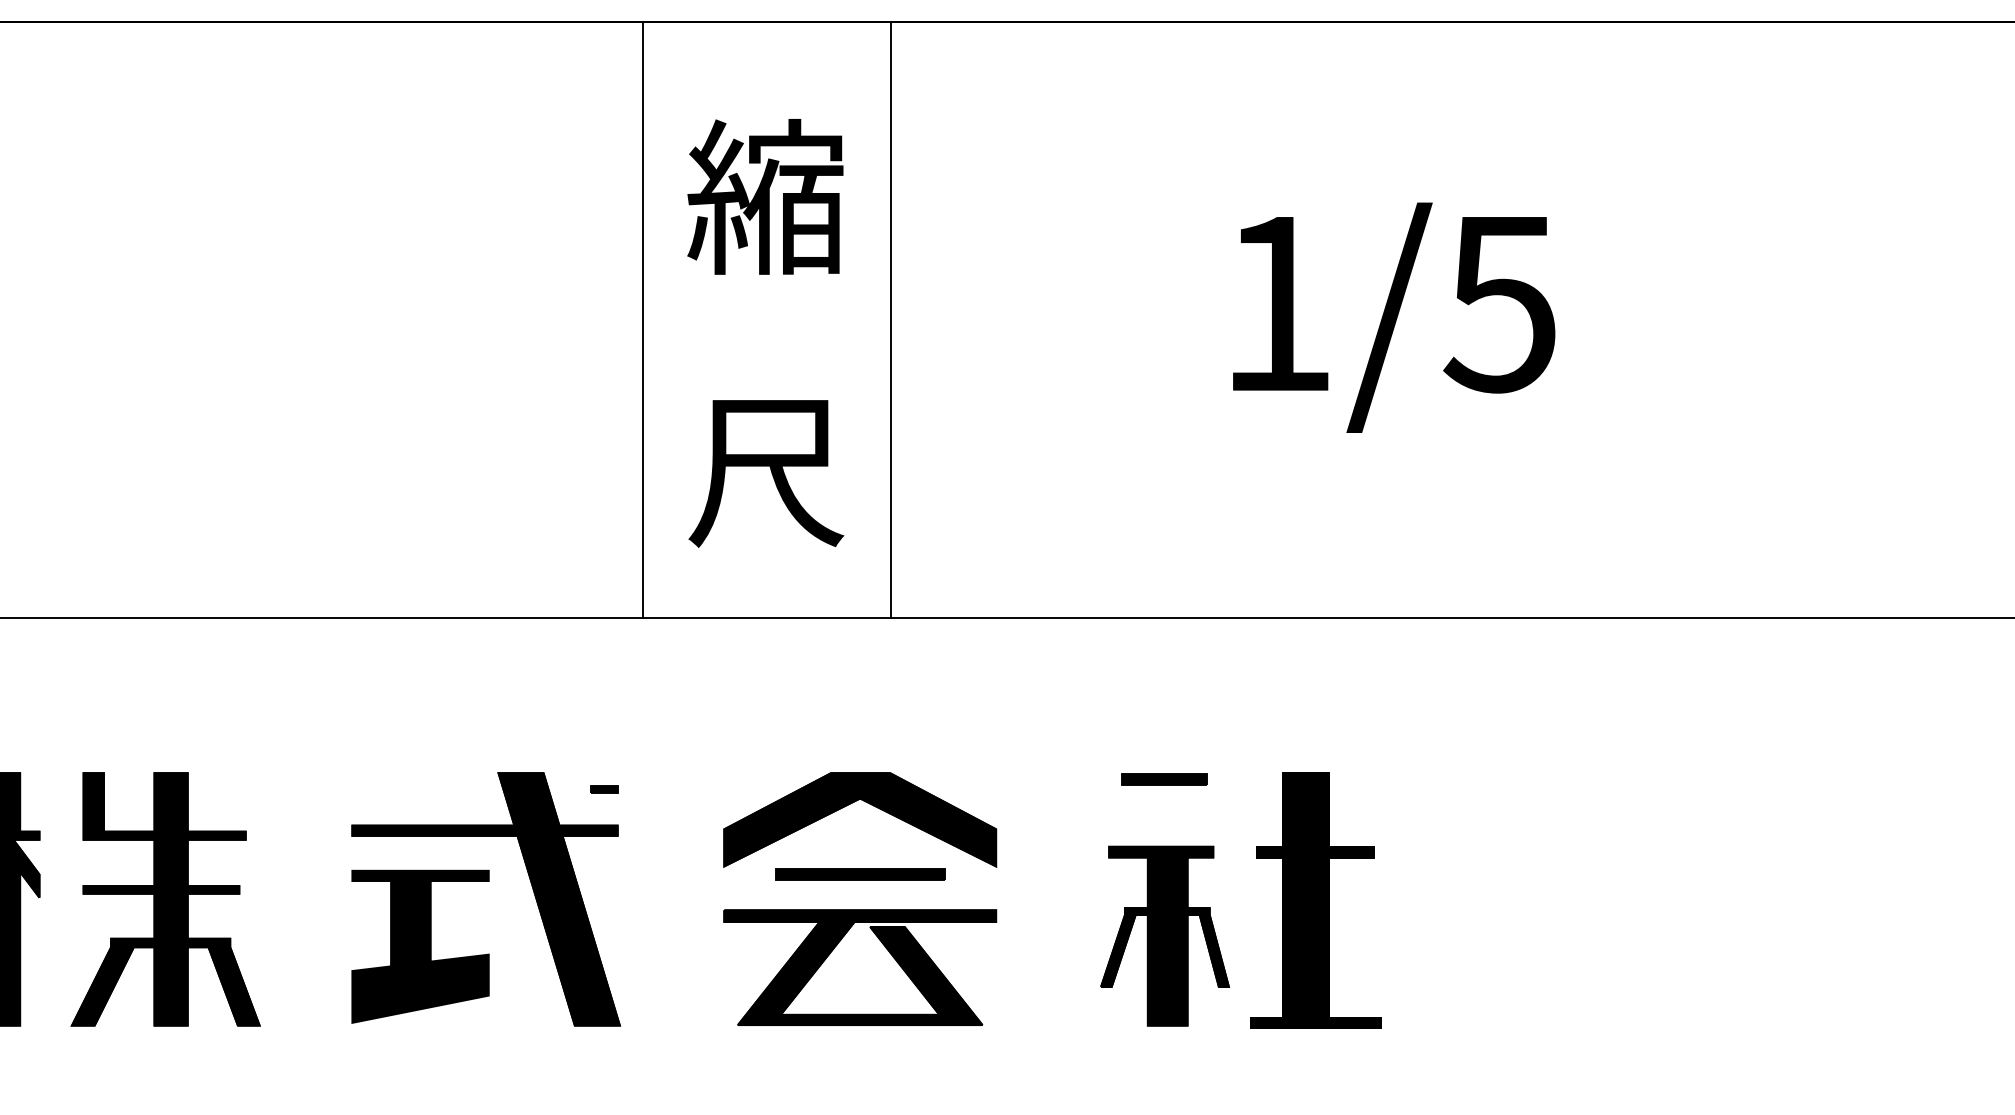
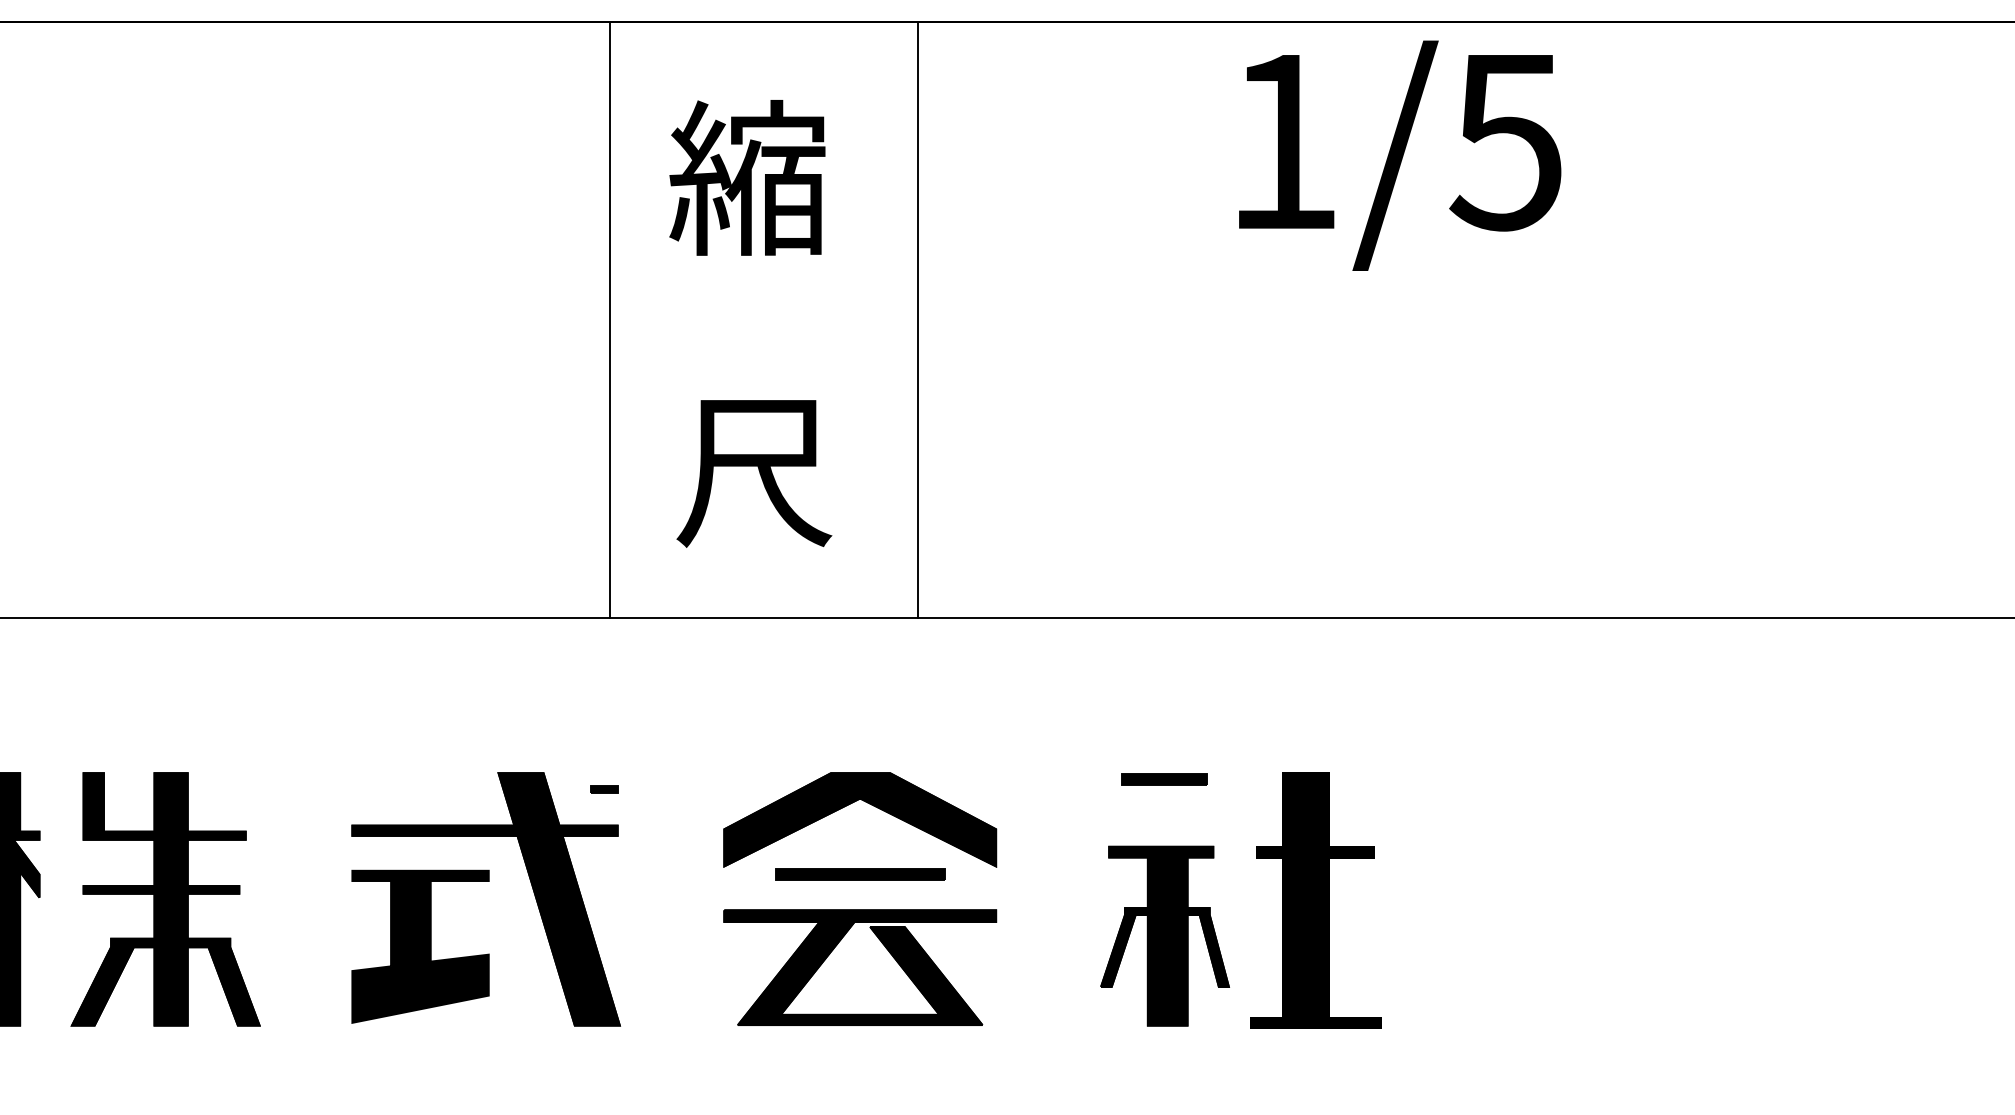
text at (765, 196) position: (765, 196) -> (747, 177)
text at (1394, 317) position: (1394, 317) -> (1400, 155)
line at (643, 319) position: (643, 319) -> (610, 319)
line at (891, 319) position: (891, 319) -> (918, 319)
text at (766, 473) position: (766, 473) -> (754, 473)
